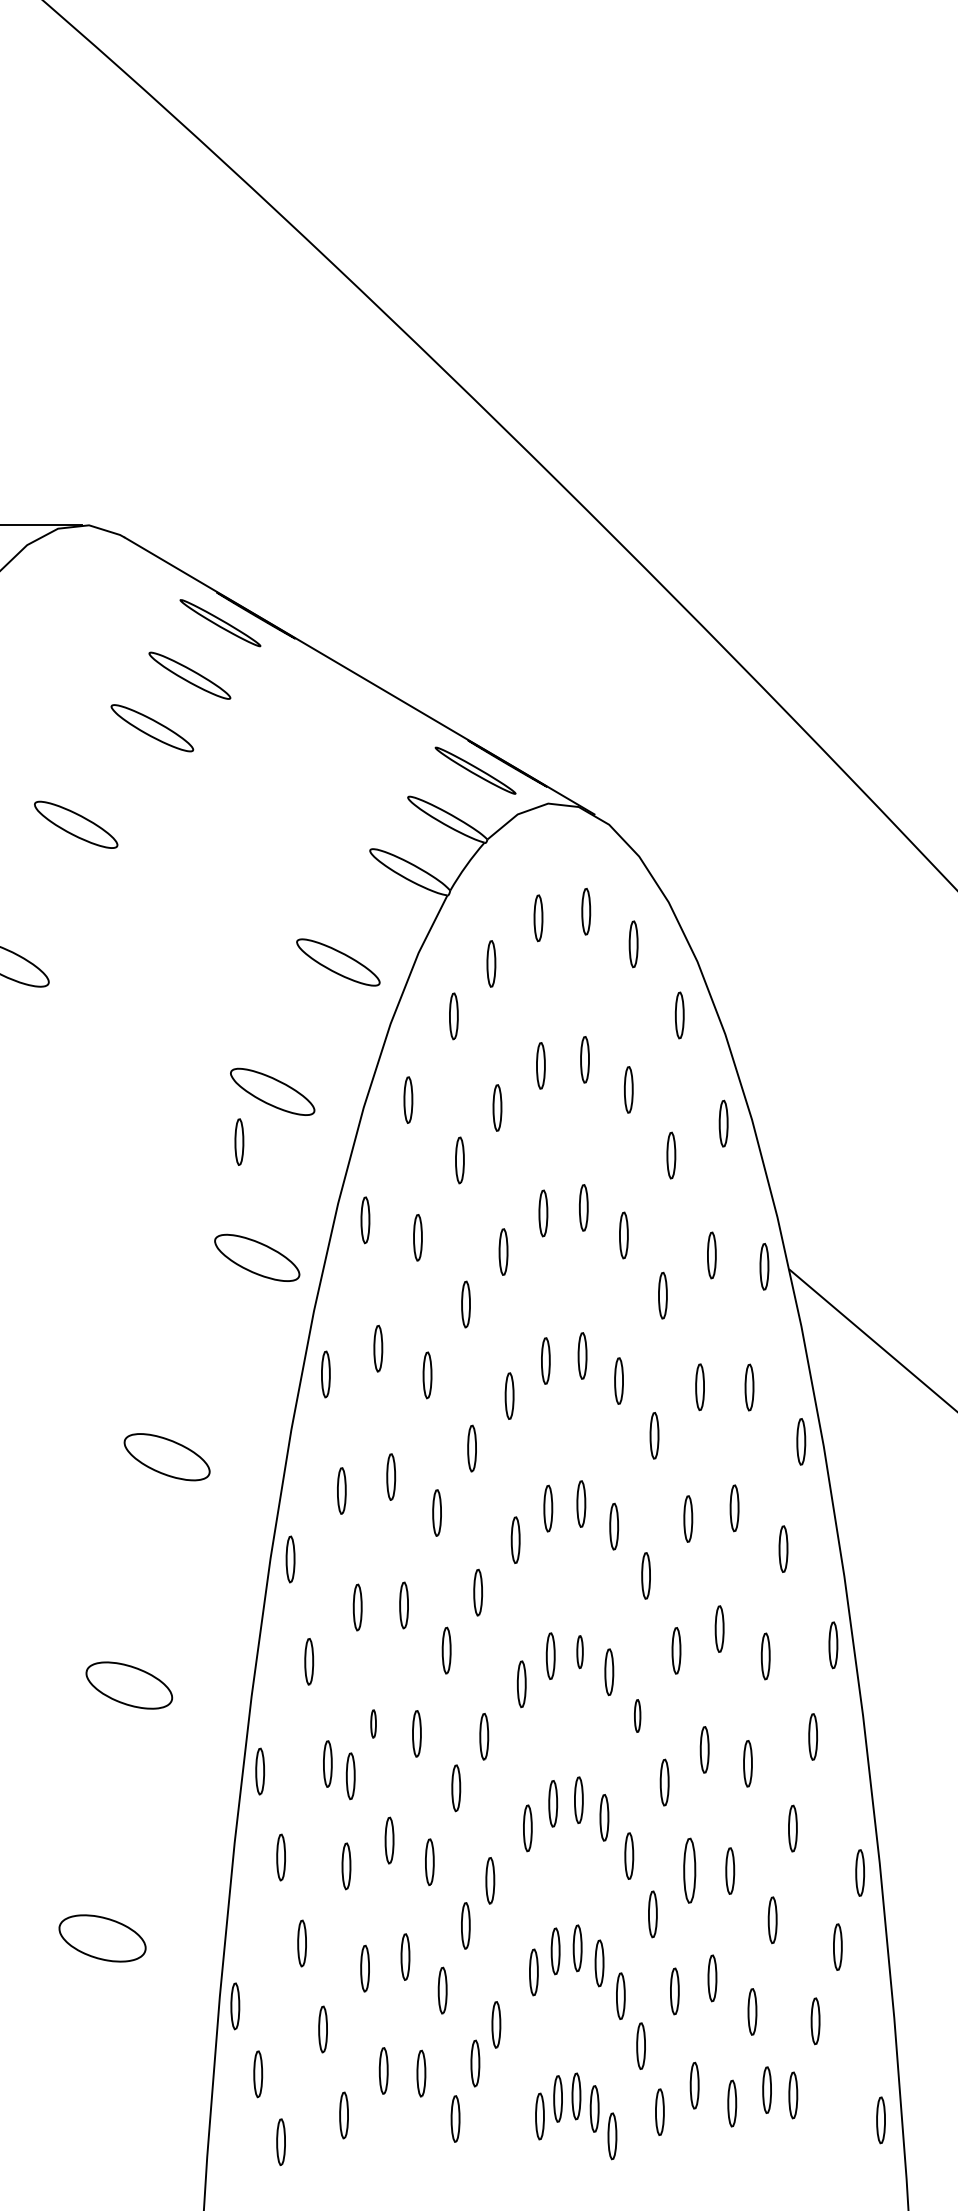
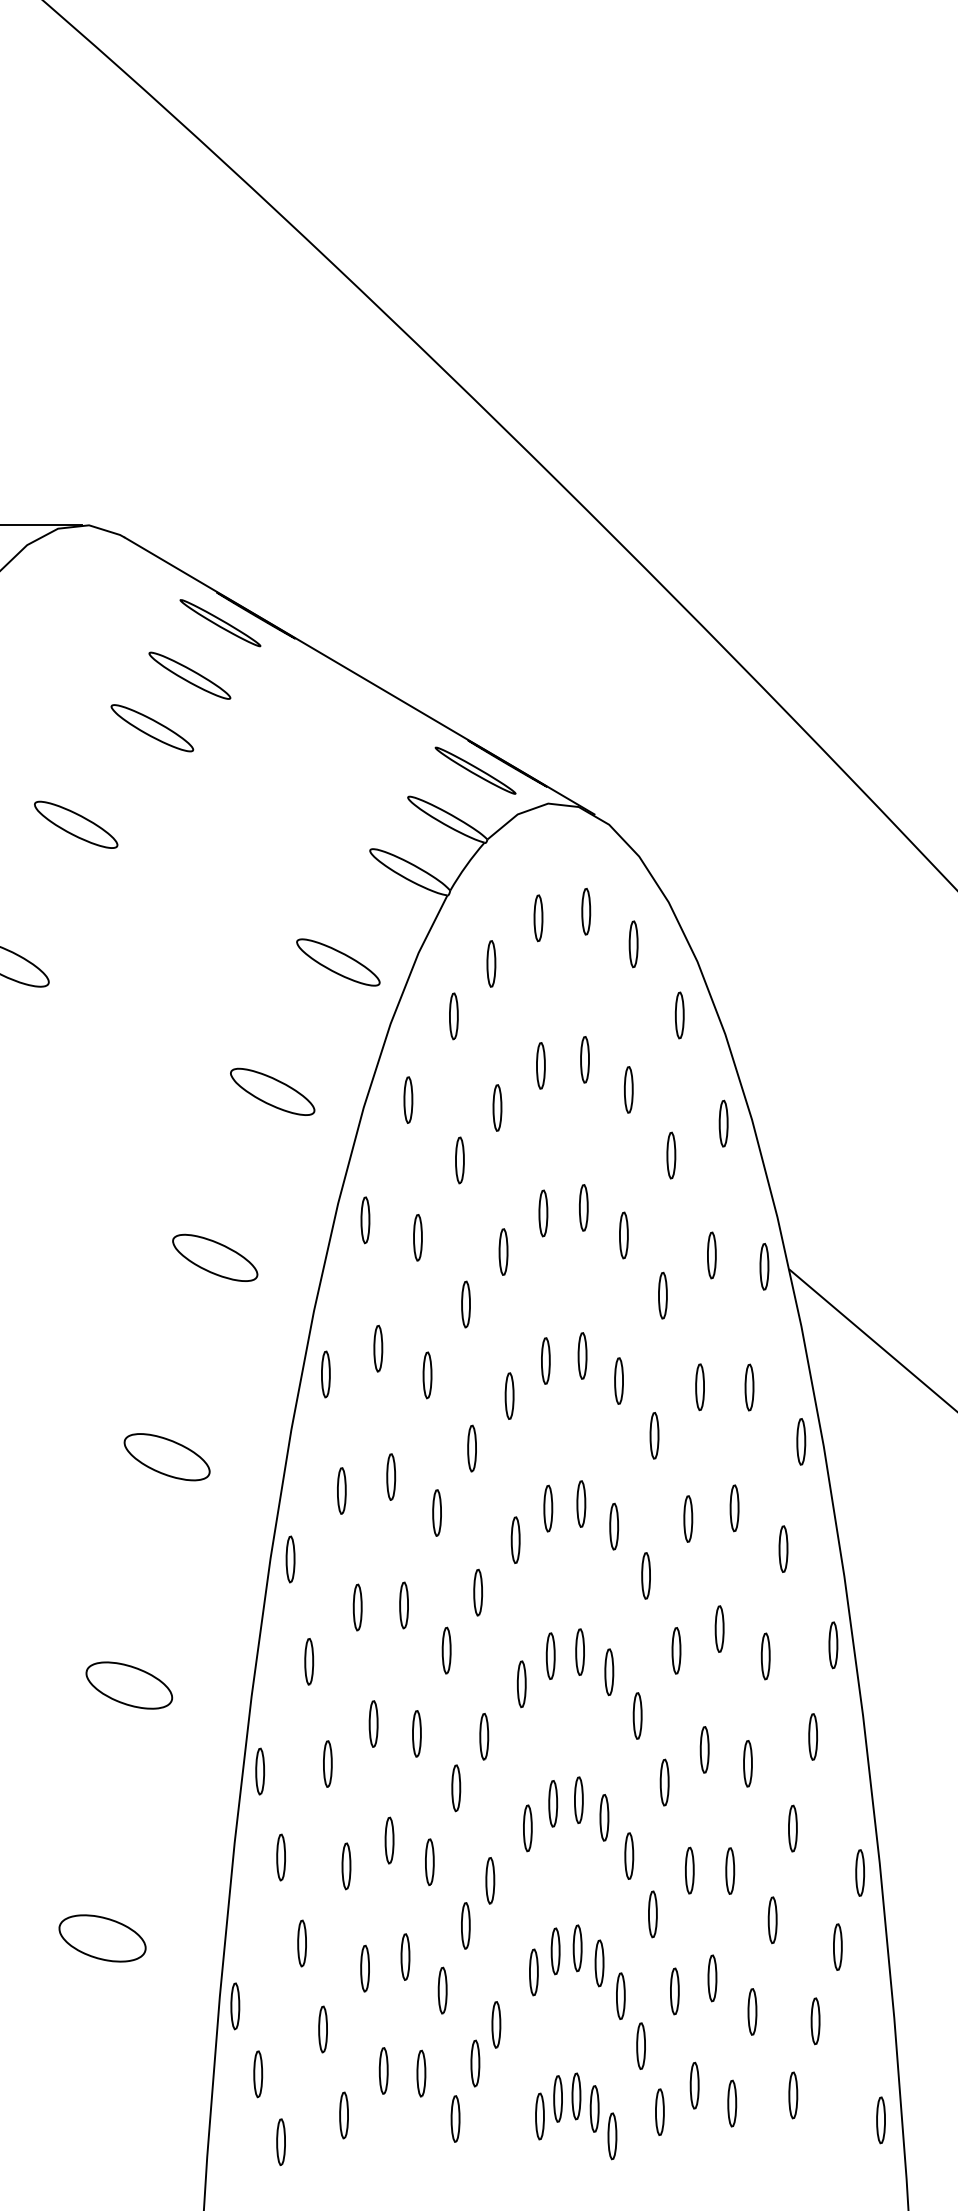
part at (239, 1141): present -> none
part at (257, 1257) position: (257, 1257) -> (215, 1257)
part at (579, 1652) size: 8x35 px -> 10x48 px
part at (637, 1715) size: 8x34 px -> 11x48 px
part at (373, 1723) size: 7x30 px -> 11x48 px
part at (350, 1776): present -> none
part at (689, 1870) size: 14x67 px -> 10x49 px
part at (766, 2089): present -> none
